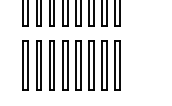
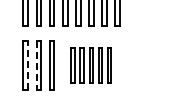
line at (28, 65): solid -> dashed
part at (91, 65) size: 59x51 px -> 42x37 px
line at (36, 66): solid -> dashed
